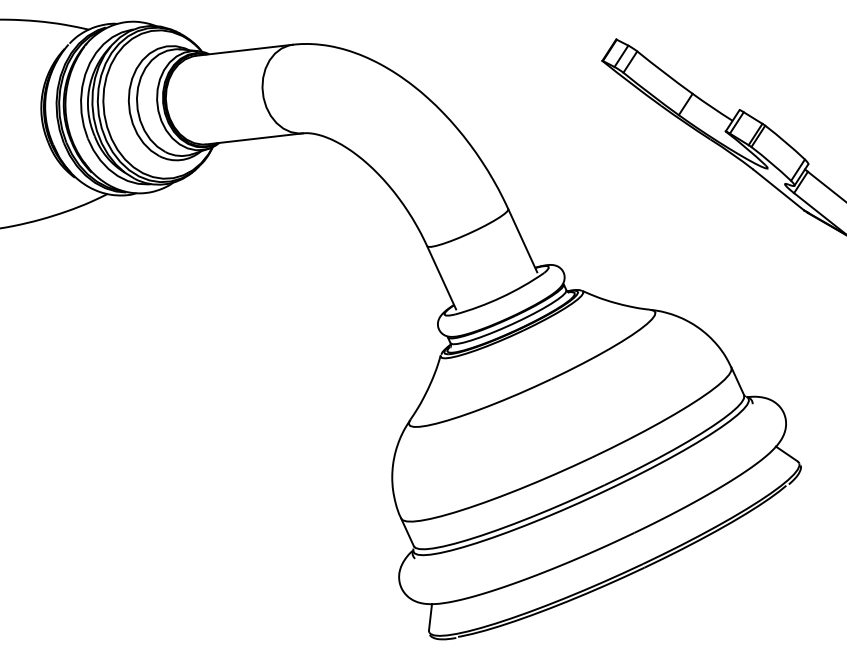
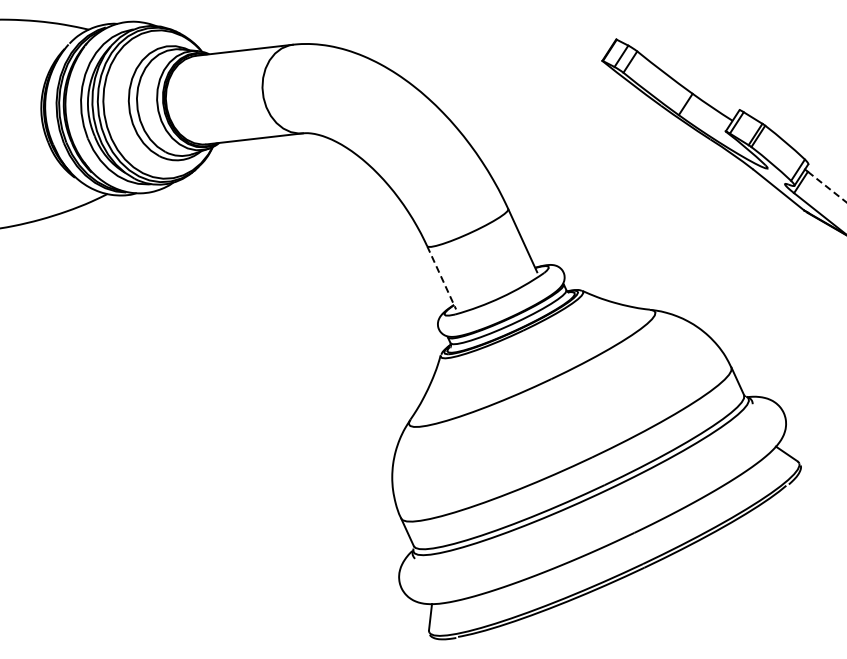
line at (827, 187): solid -> dashed
line at (441, 277): solid -> dashed
